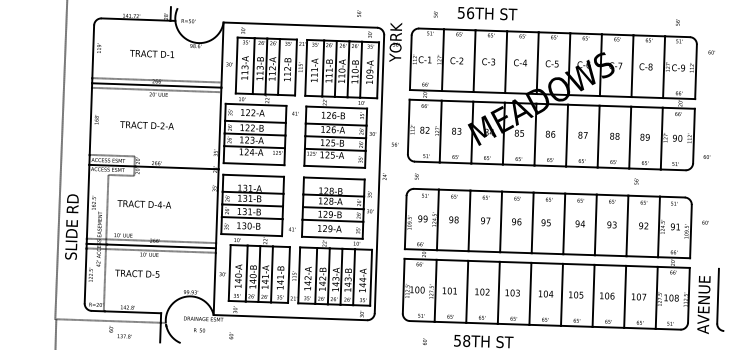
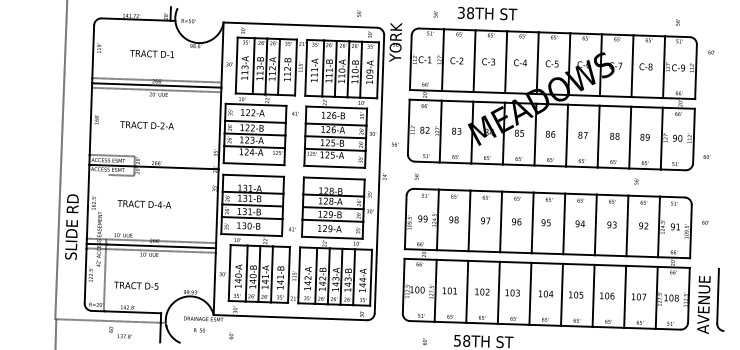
text at (466, 12): 56TH -> 38TH
line at (107, 206): present -> none
text at (137, 273) position: (137, 273) -> (136, 285)
